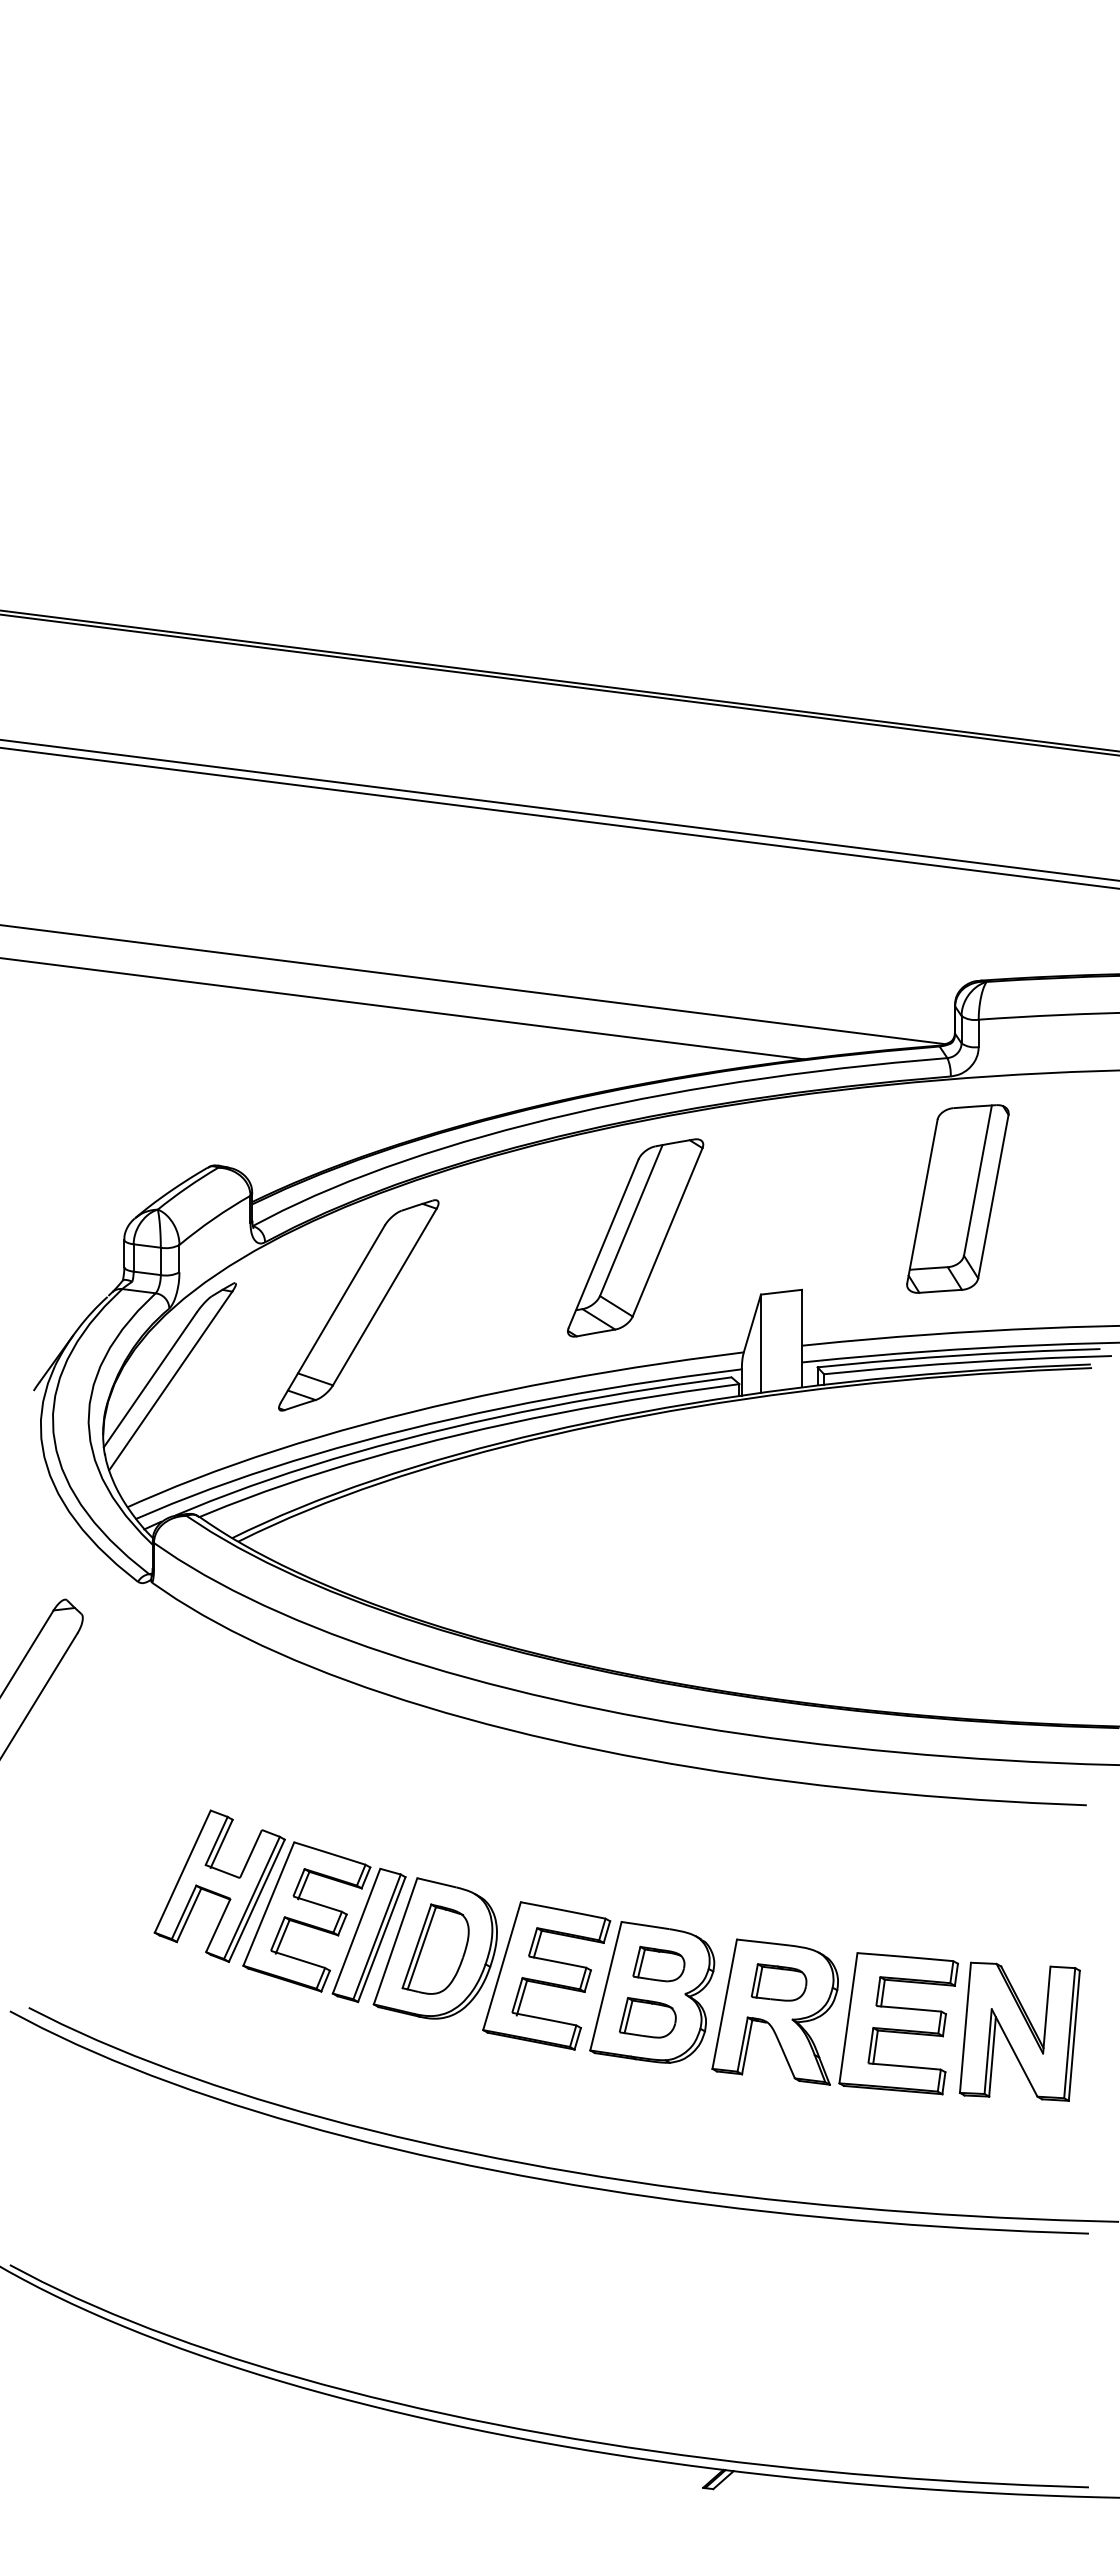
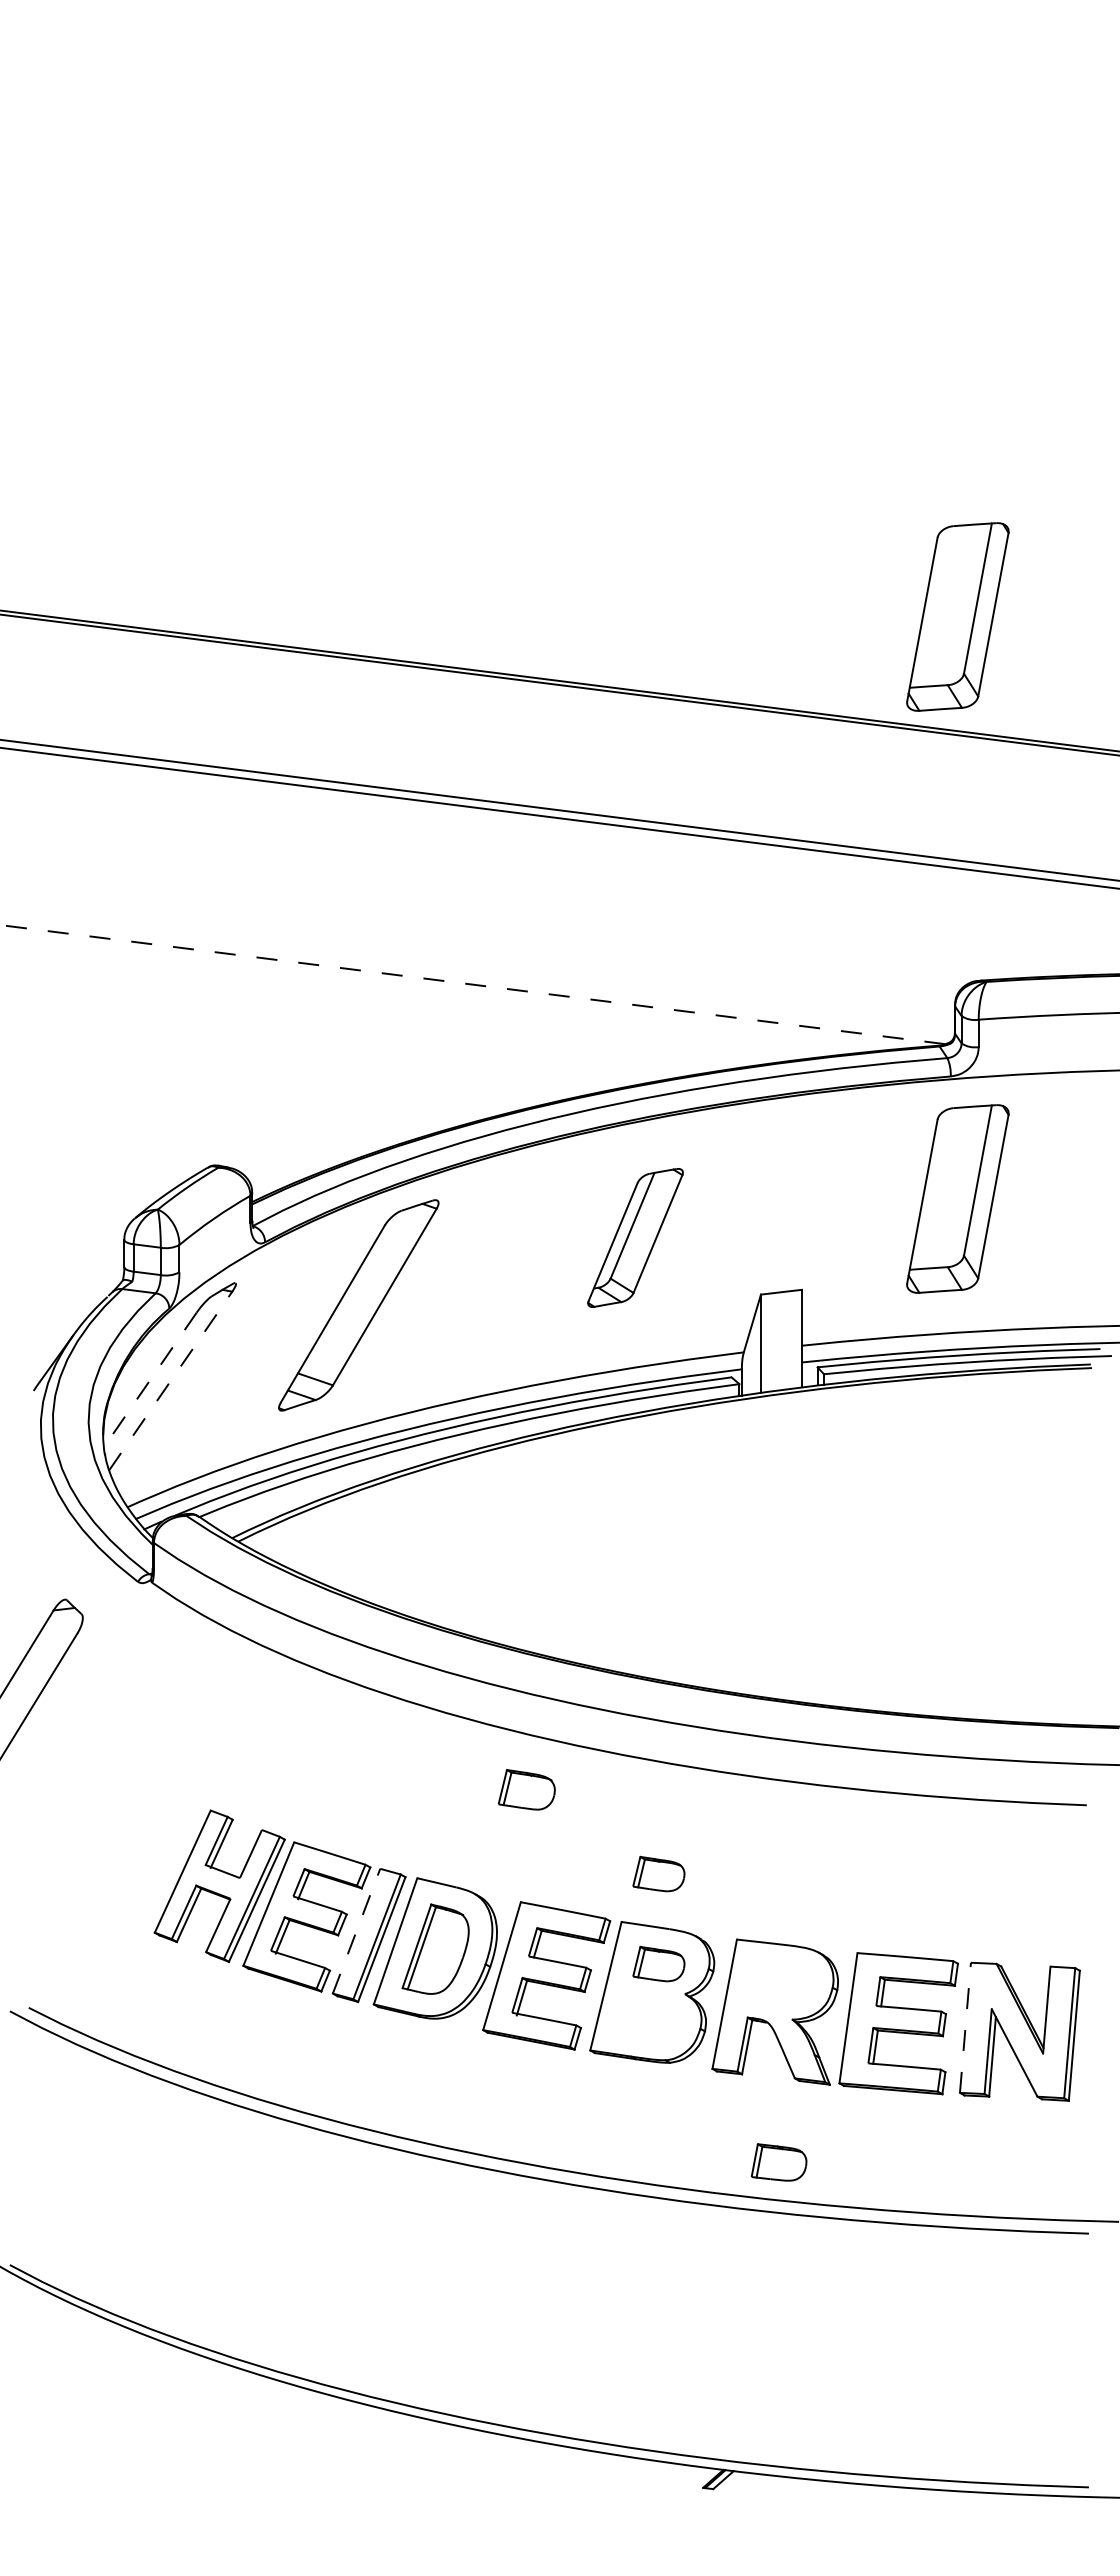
part at (957, 616): none -> present
line at (472, 984): solid -> dashed
line at (402, 1008): present -> none
part at (635, 1237) size: 139x200 px -> 97x140 px
line at (150, 1380): solid -> dashed
line at (171, 1380): solid -> dashed
part at (658, 1873): none -> present
line at (356, 1931): solid -> dashed
part at (778, 1982) position: (778, 1982) -> (778, 2162)
part at (647, 2017) position: (647, 2017) -> (526, 1789)
line at (965, 2027): solid -> dashed
